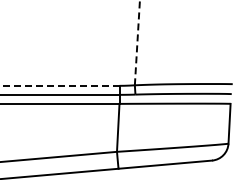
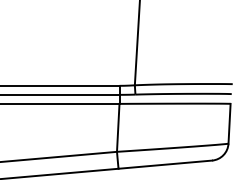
line at (137, 42): dashed -> solid
line at (59, 85): dashed -> solid
